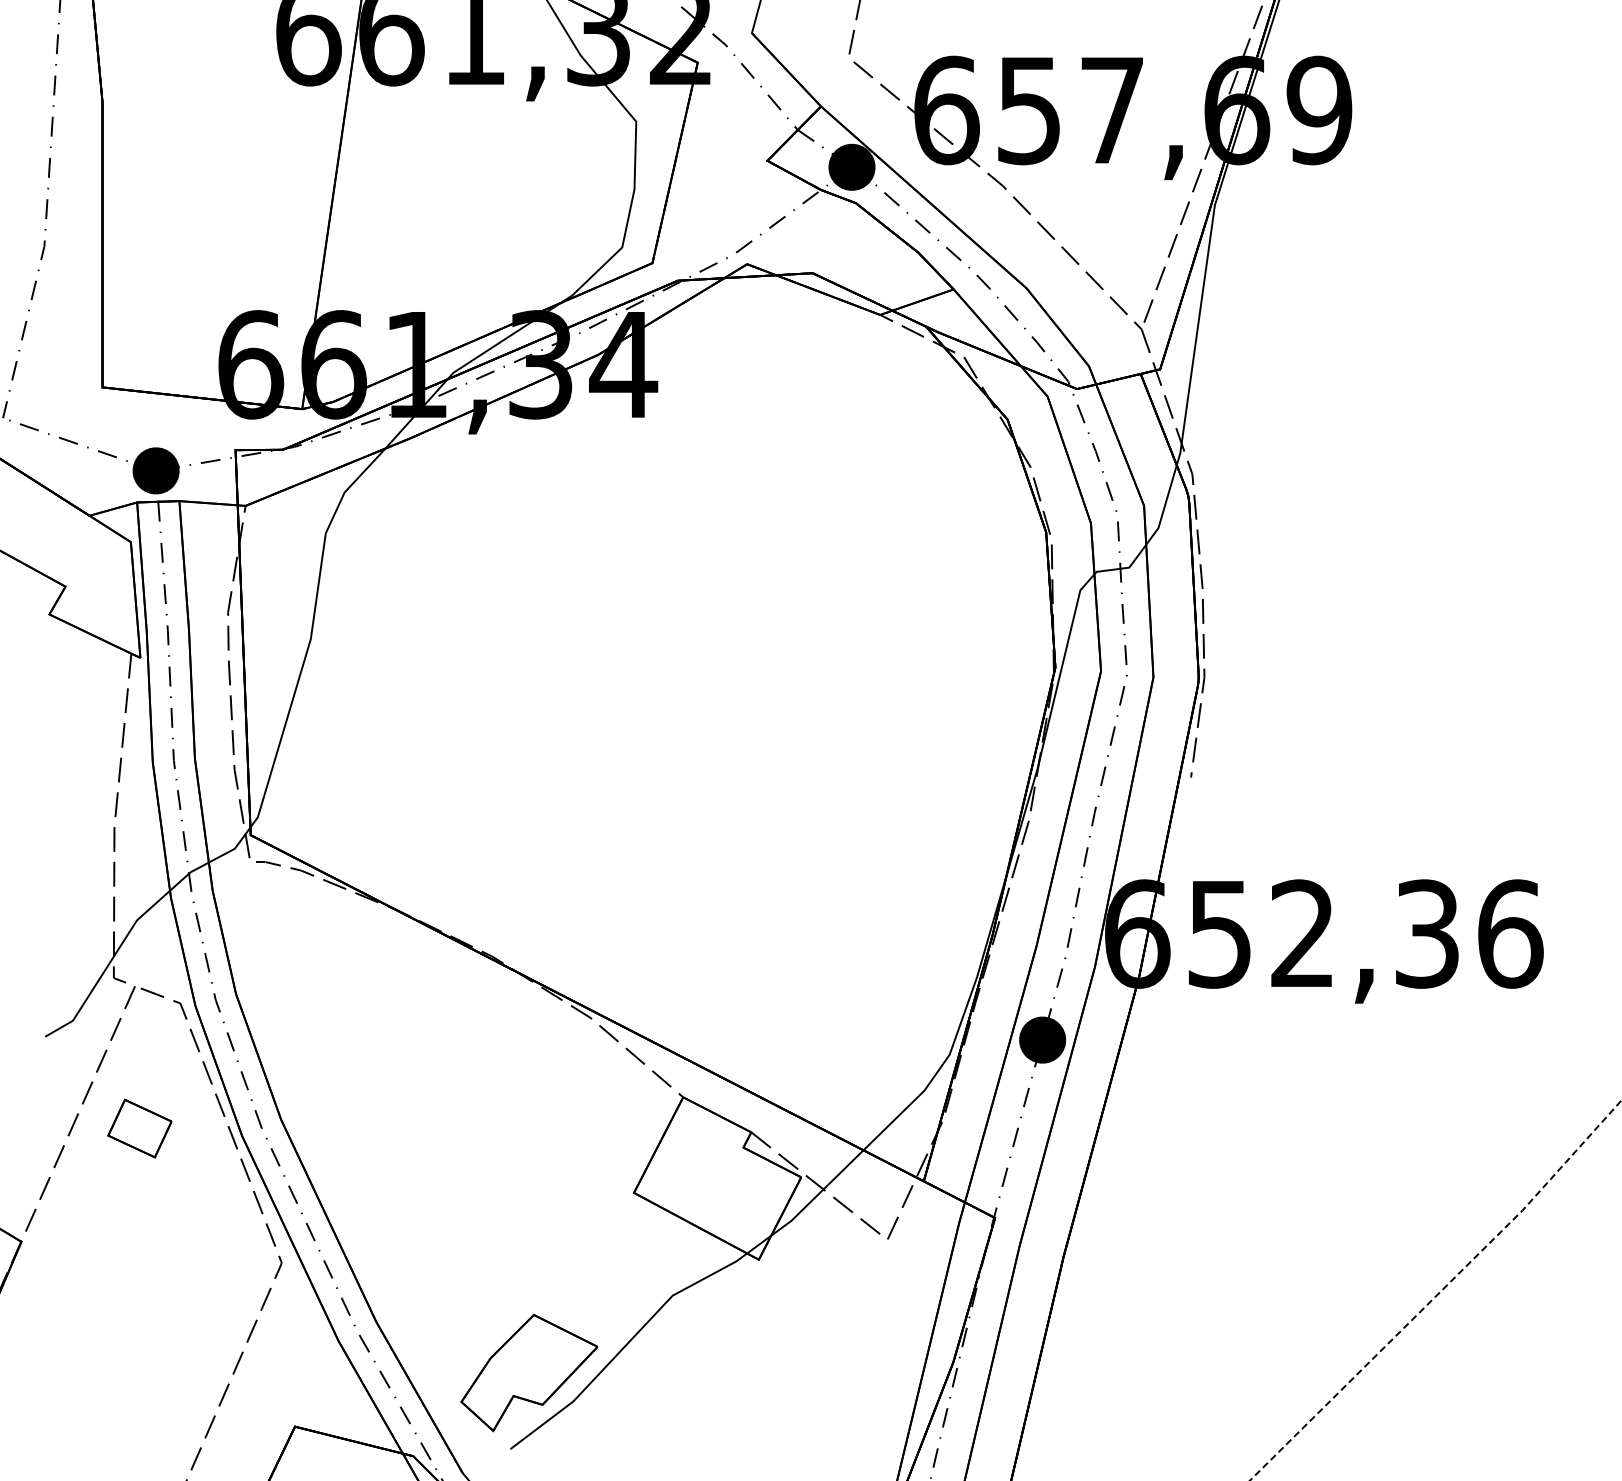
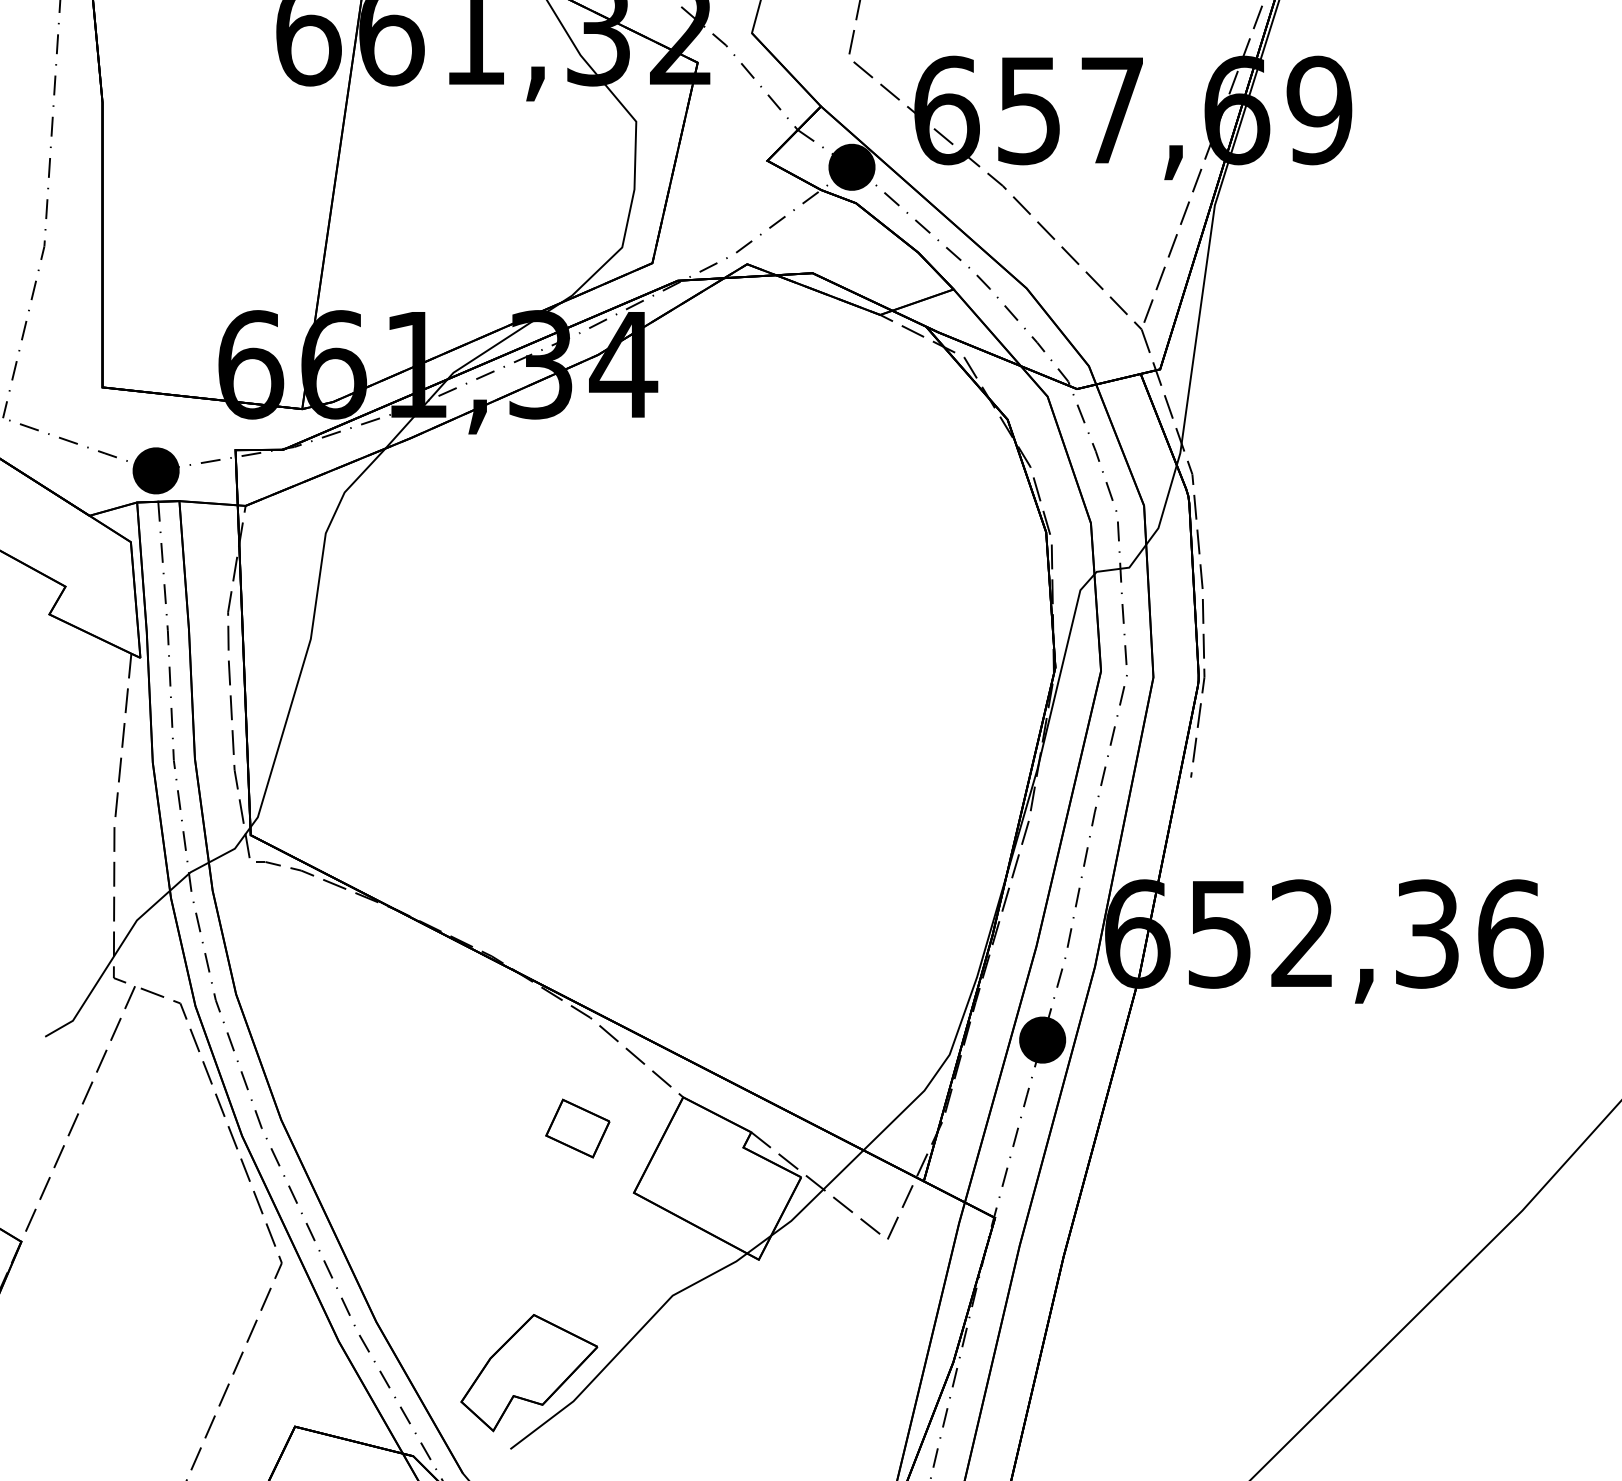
part at (139, 1128) position: (139, 1128) -> (577, 1128)
line at (1439, 1292): dashed -> solid
